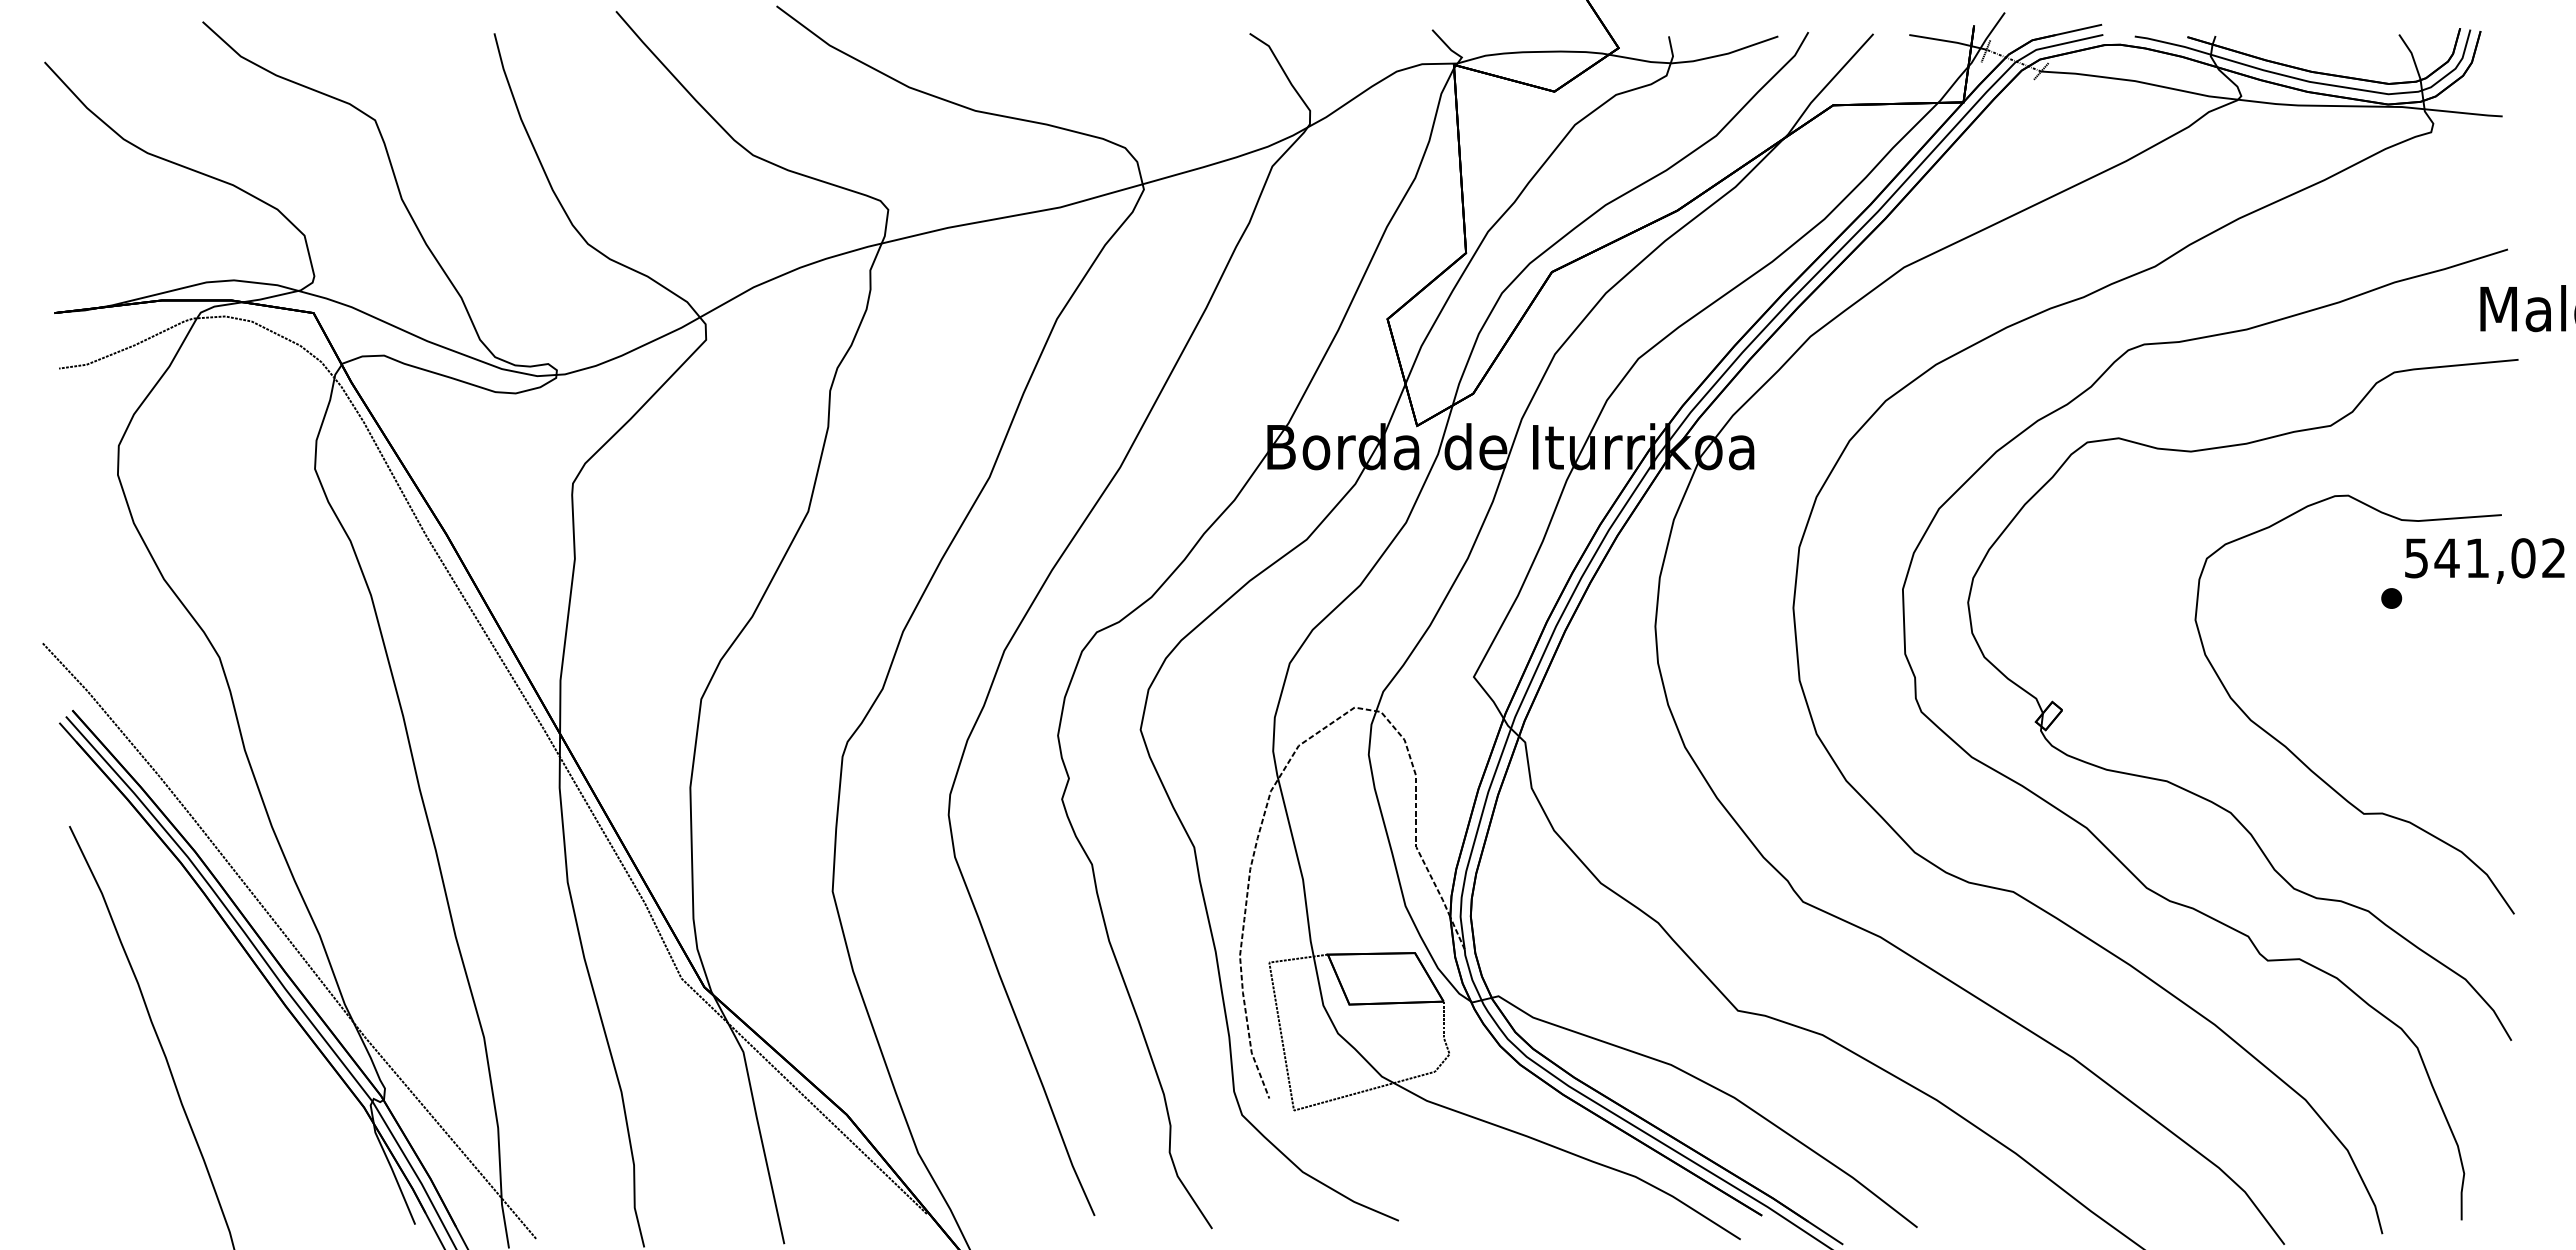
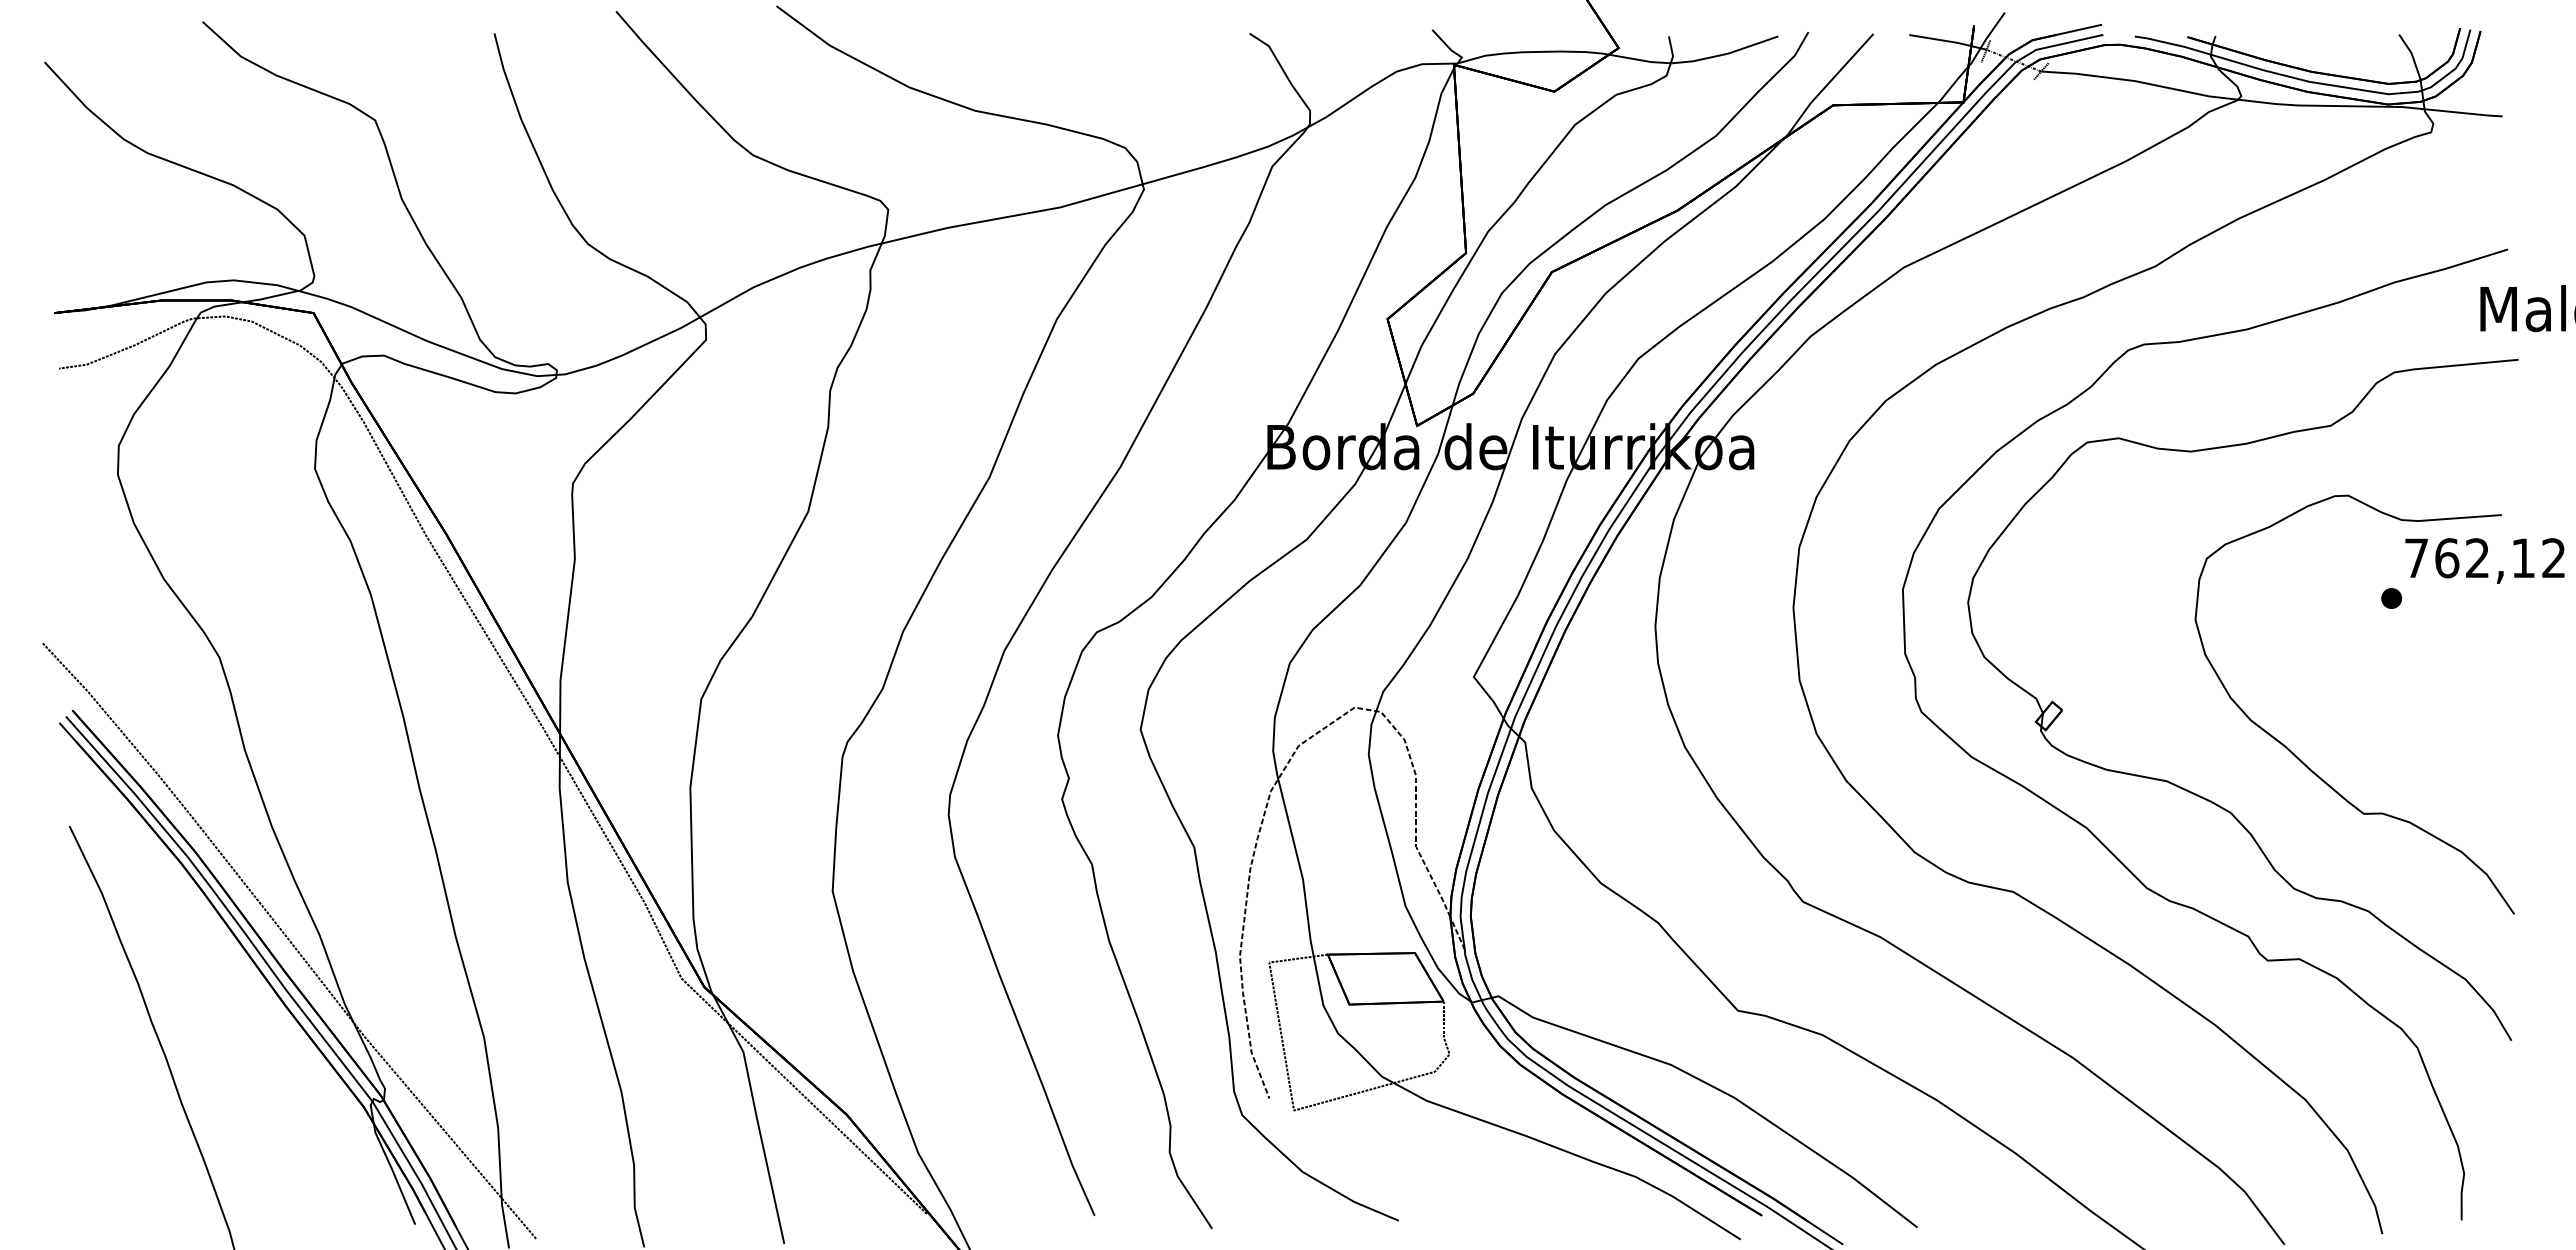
text at (2470, 558): 541,02 -> 762,12
